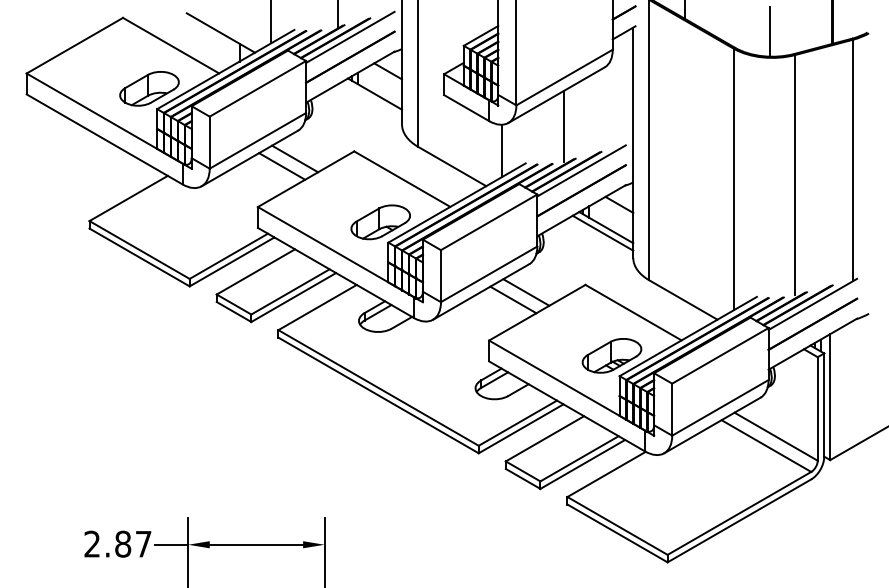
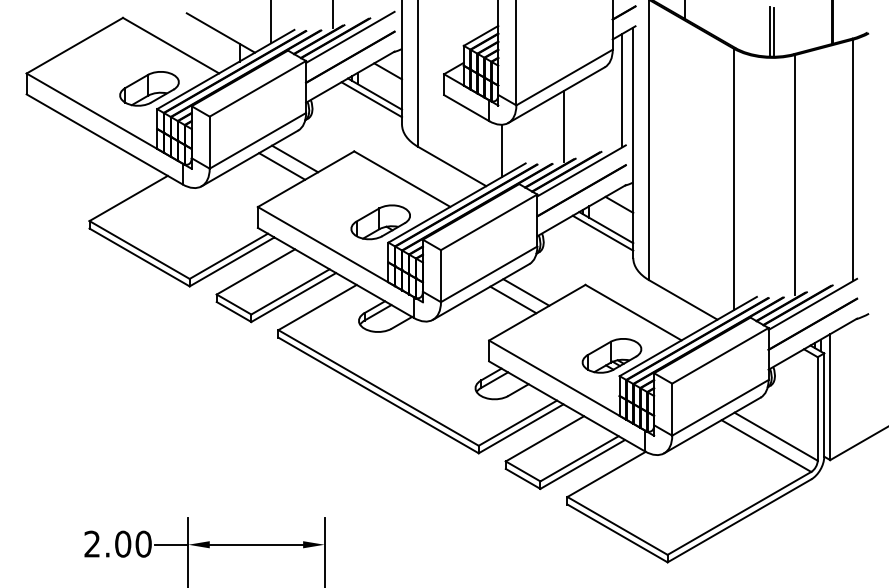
line at (337, 15) position: (337, 15) -> (332, 15)
line at (774, 31): none -> present
line at (621, 90): none -> present
line at (371, 99): none -> present
text at (133, 543): 2.87 -> 2.00
